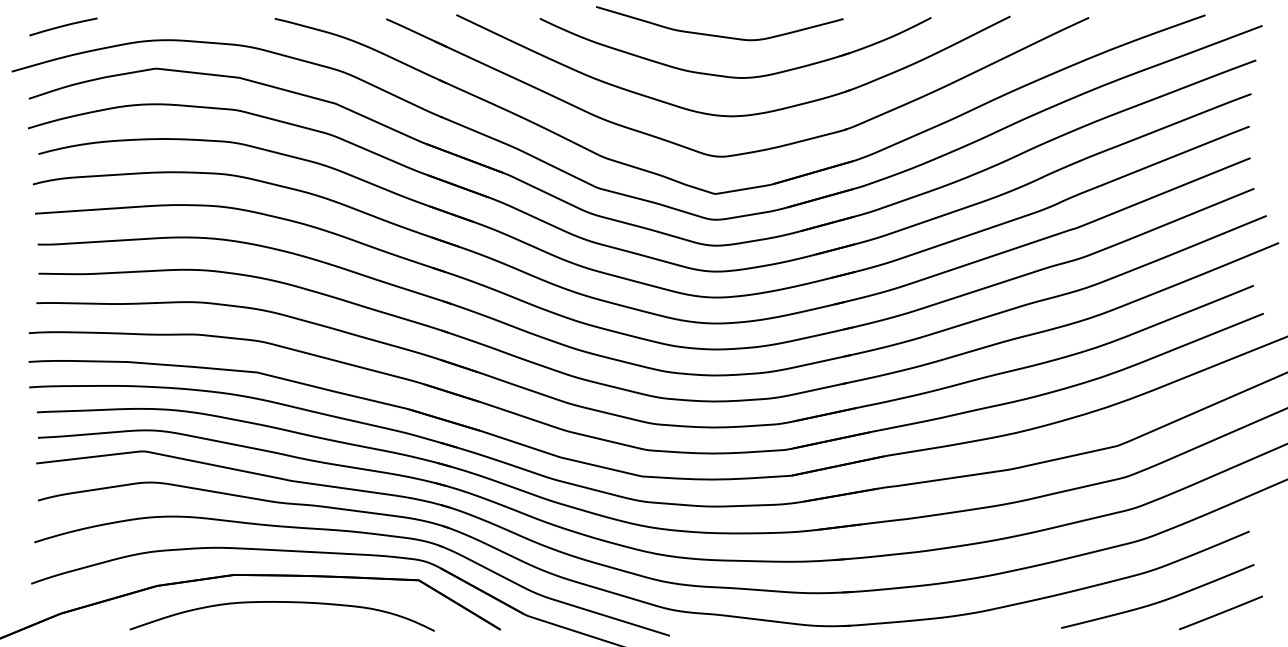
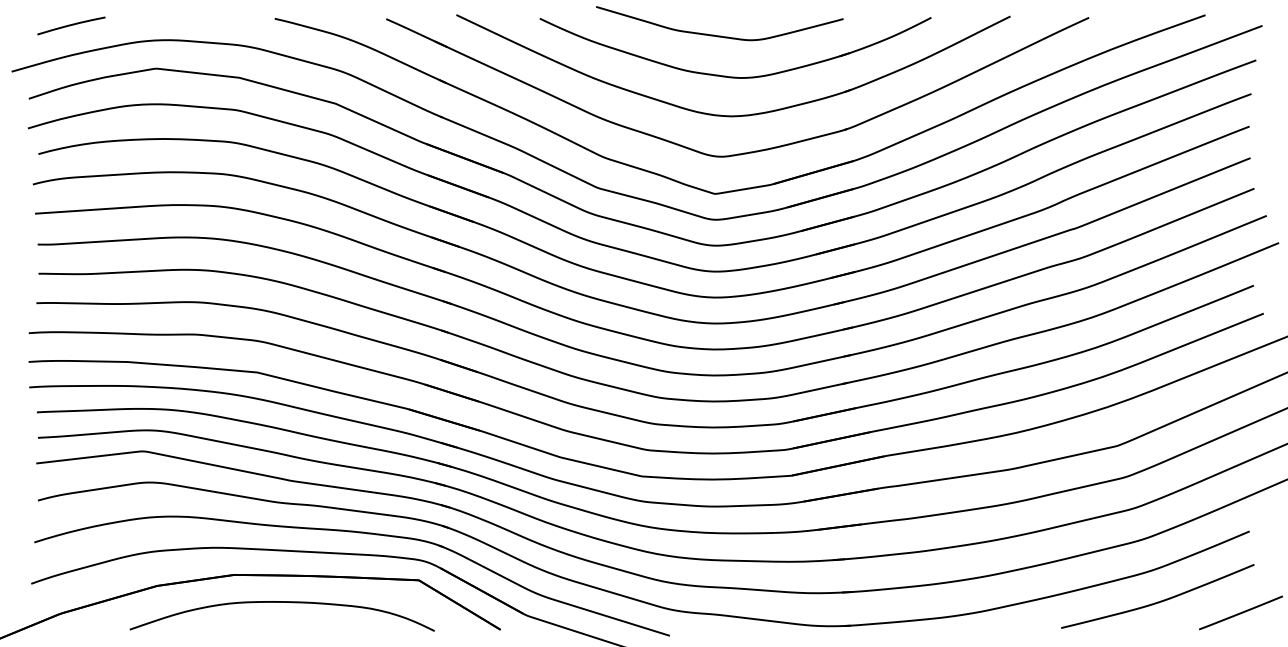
line at (63, 26) position: (63, 26) -> (71, 25)
line at (1220, 612) position: (1220, 612) -> (1240, 612)
